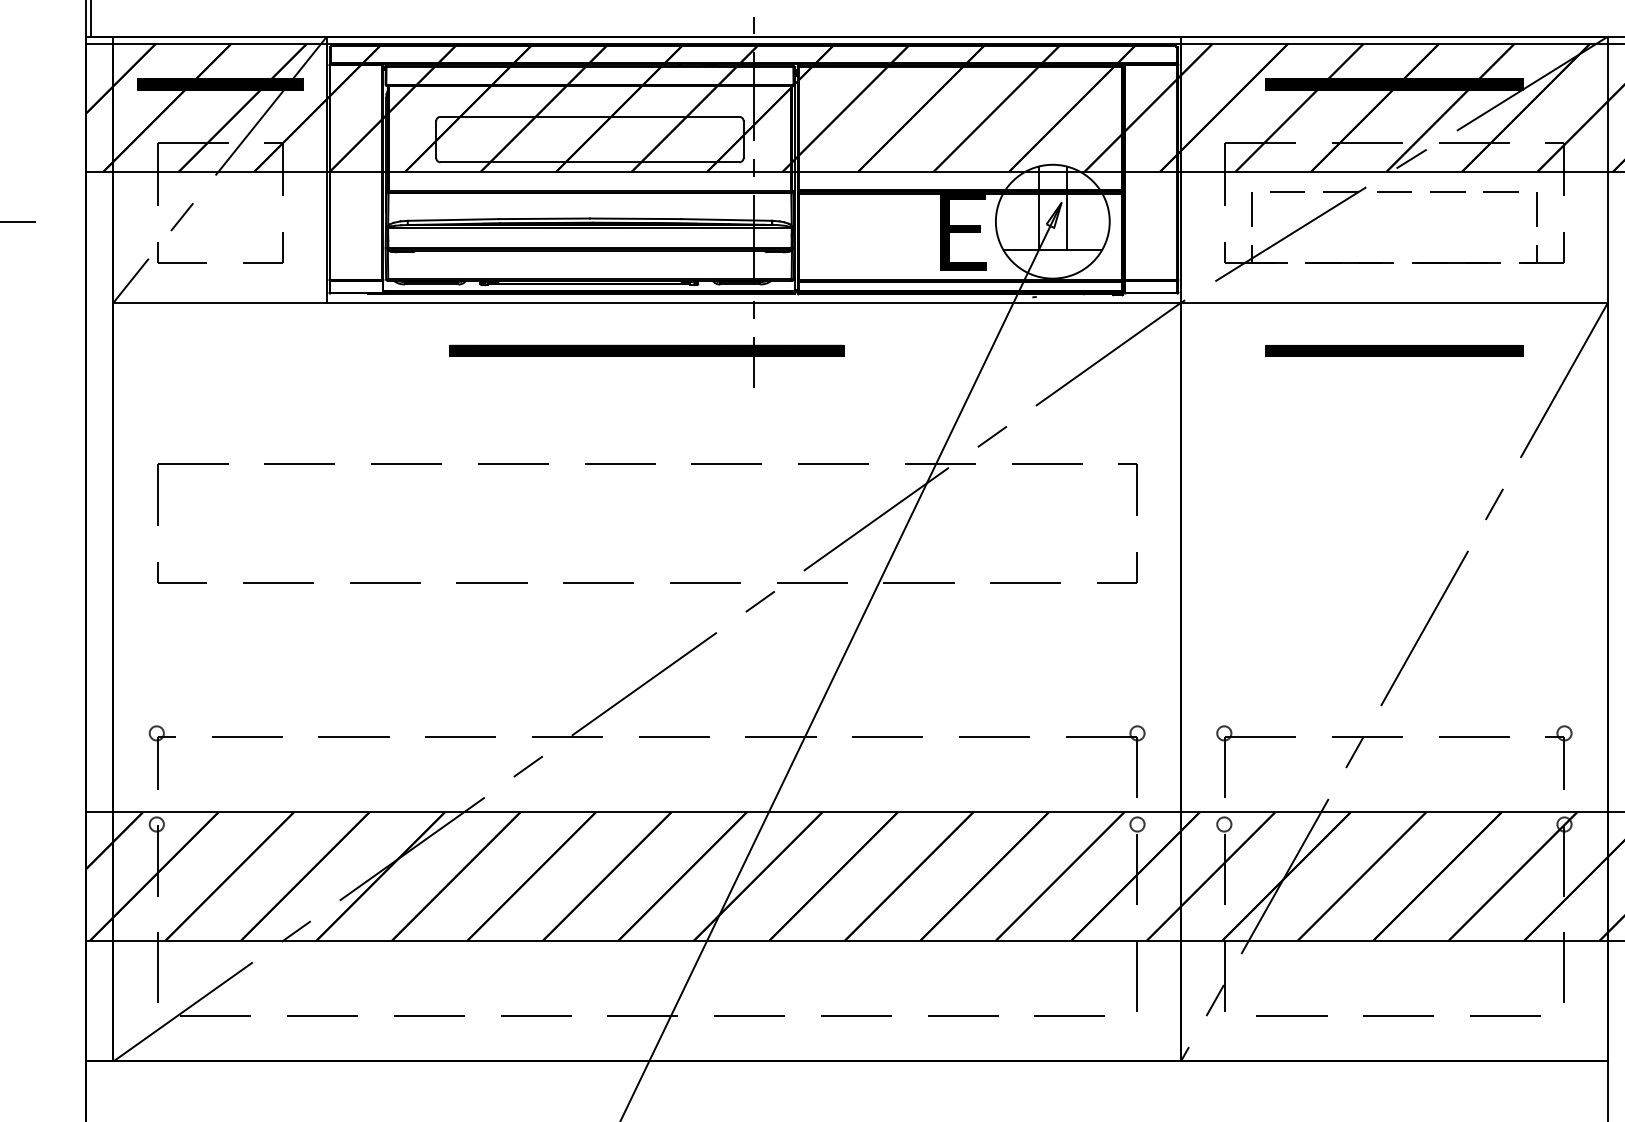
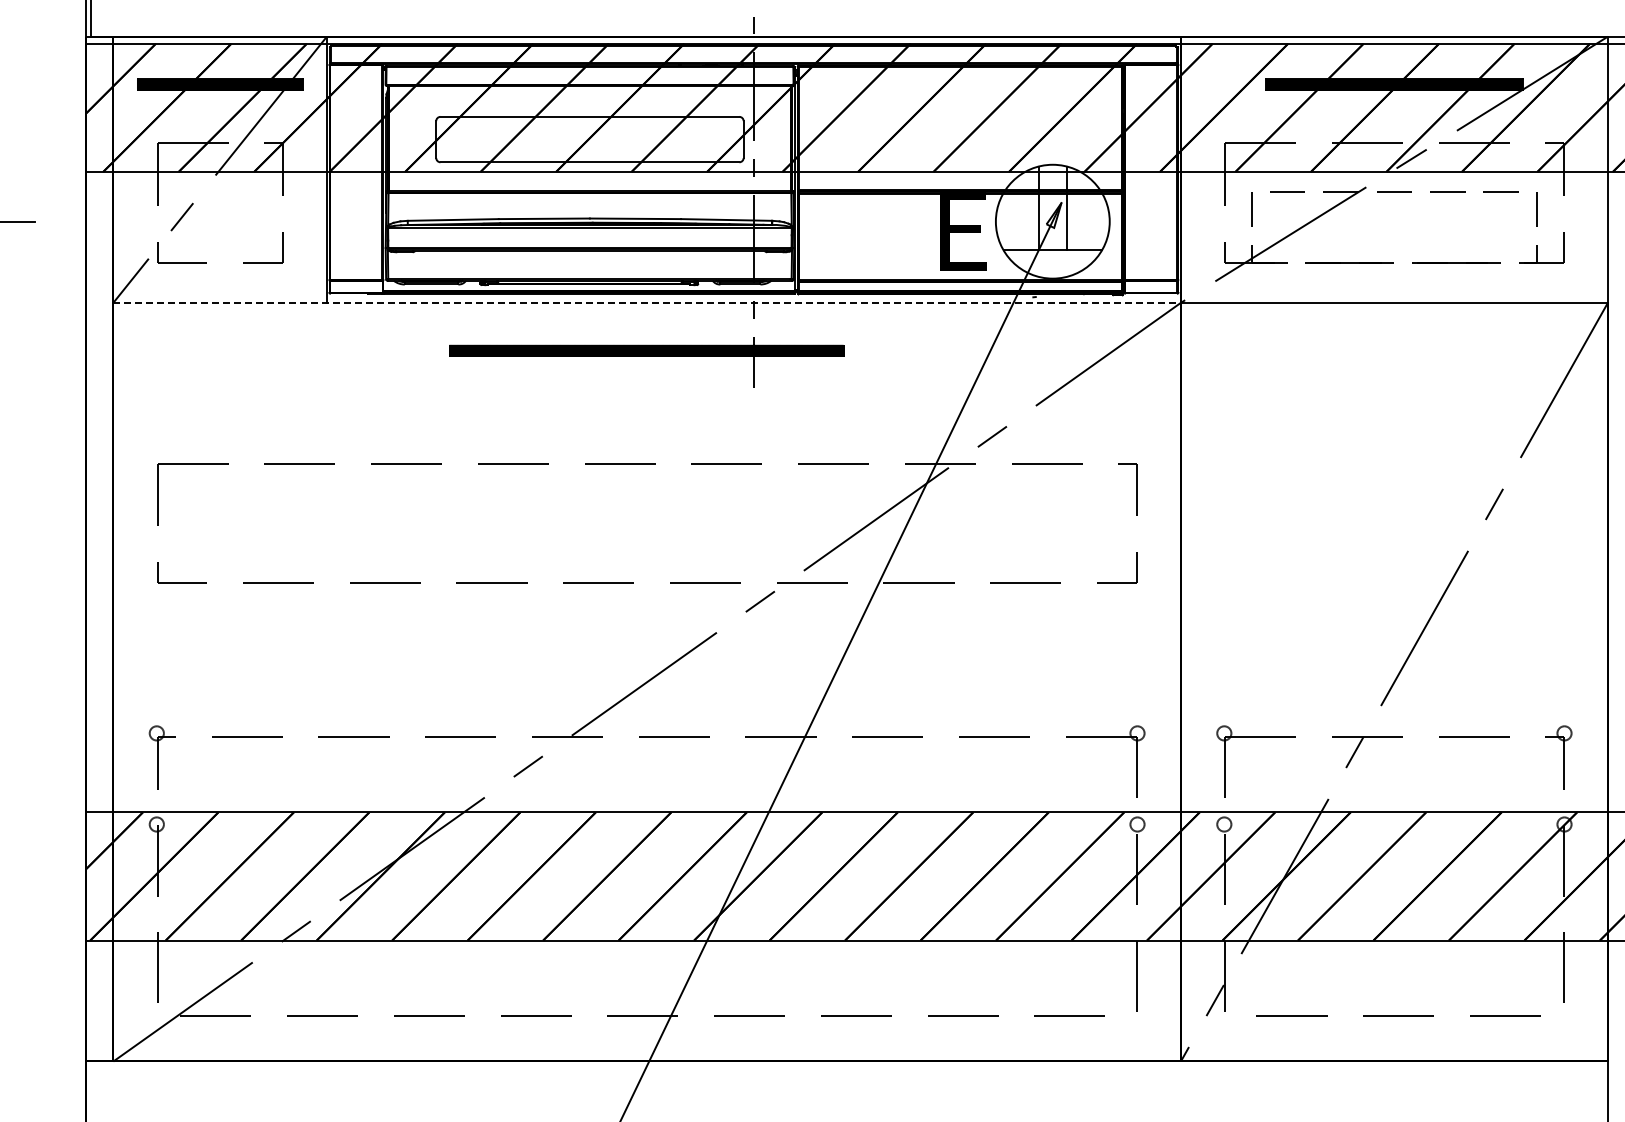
line at (647, 302): solid -> dashed
part at (1394, 350): present -> none
